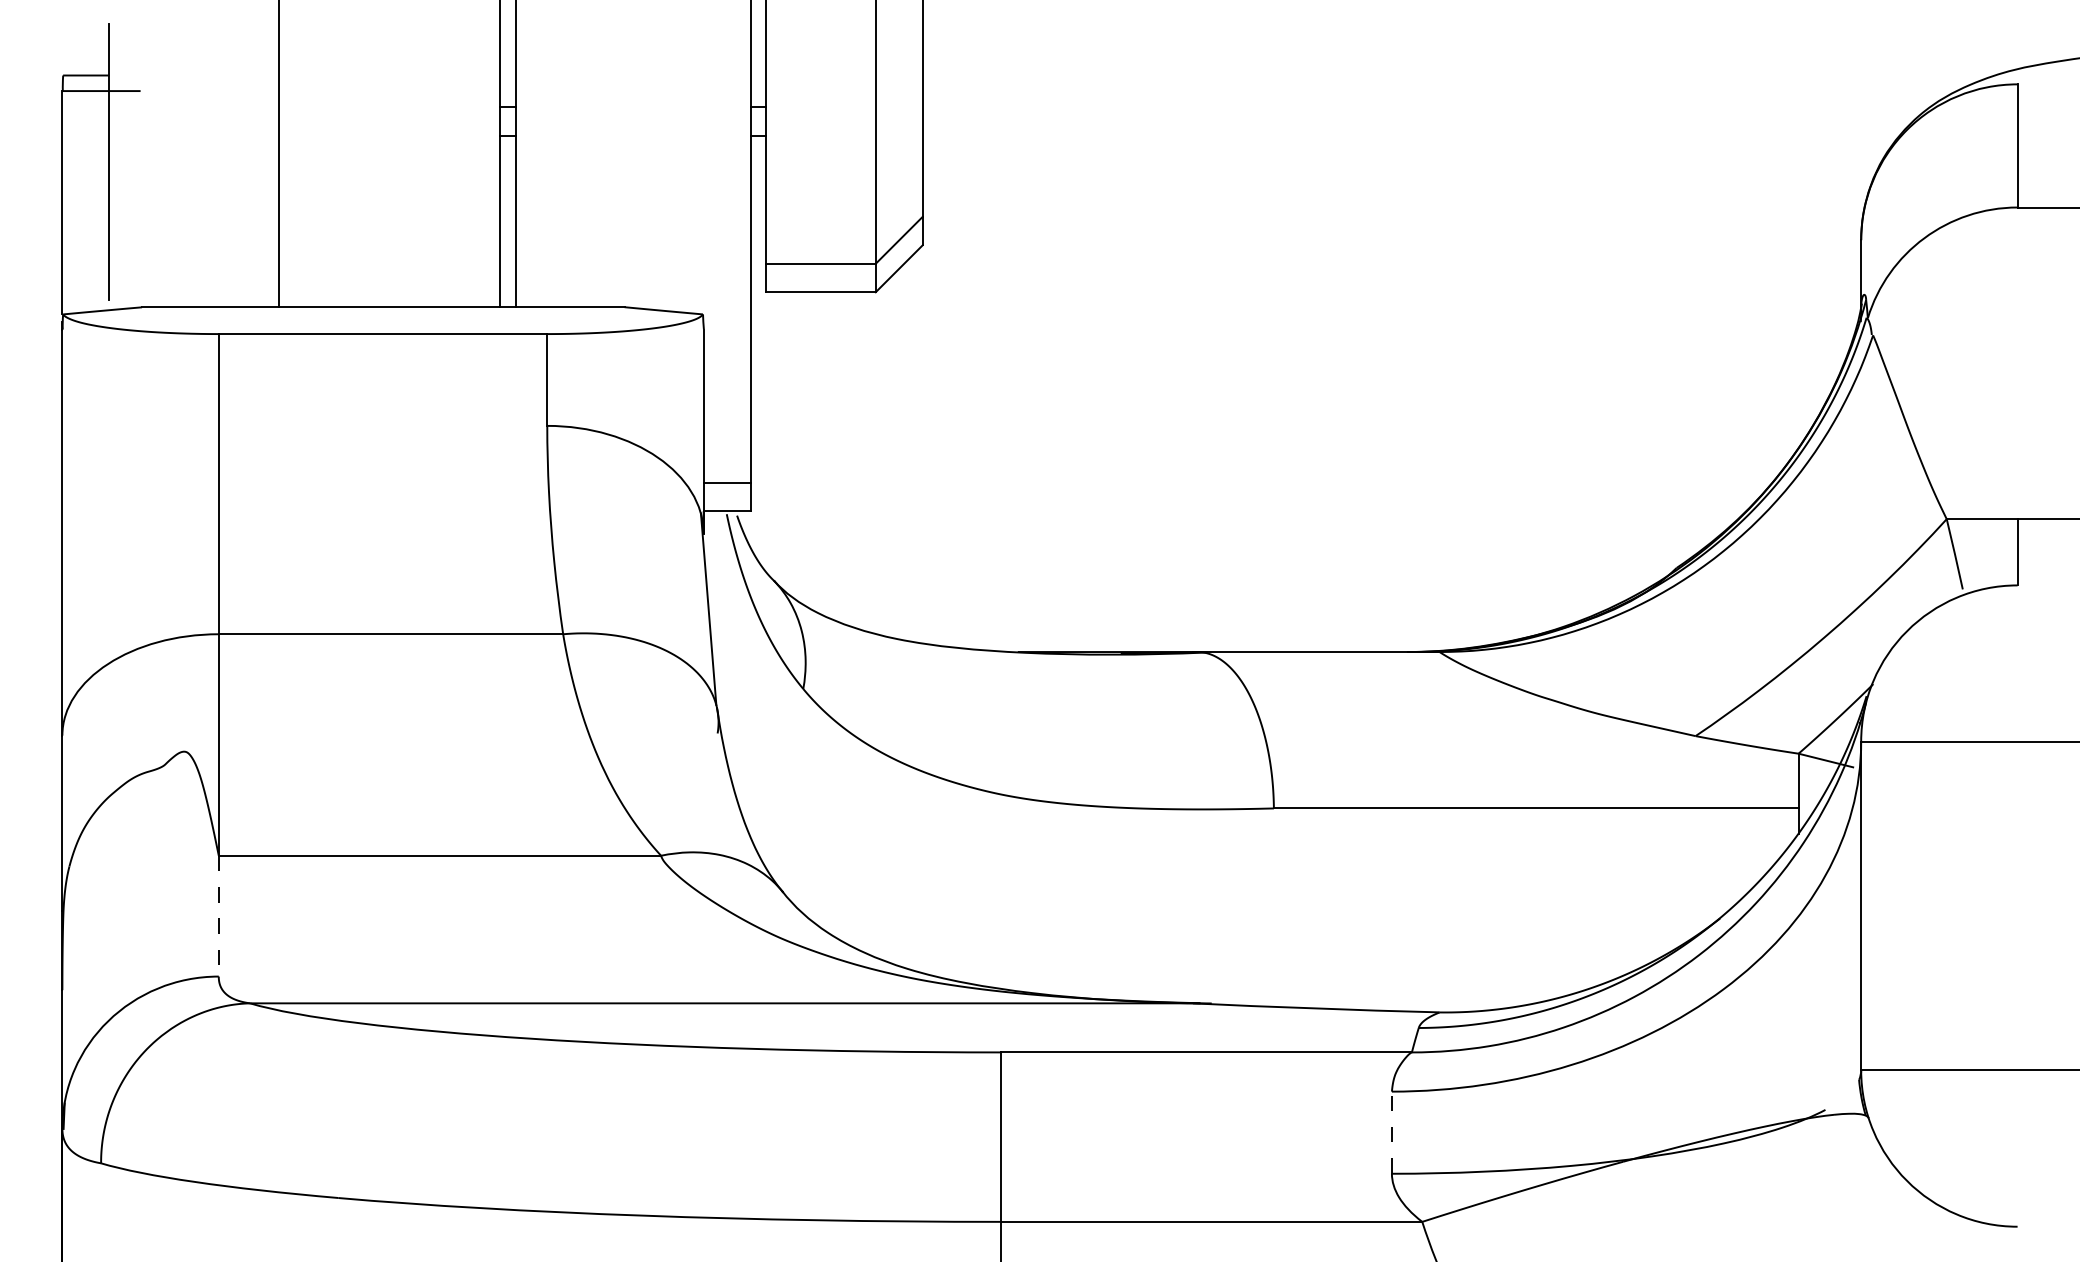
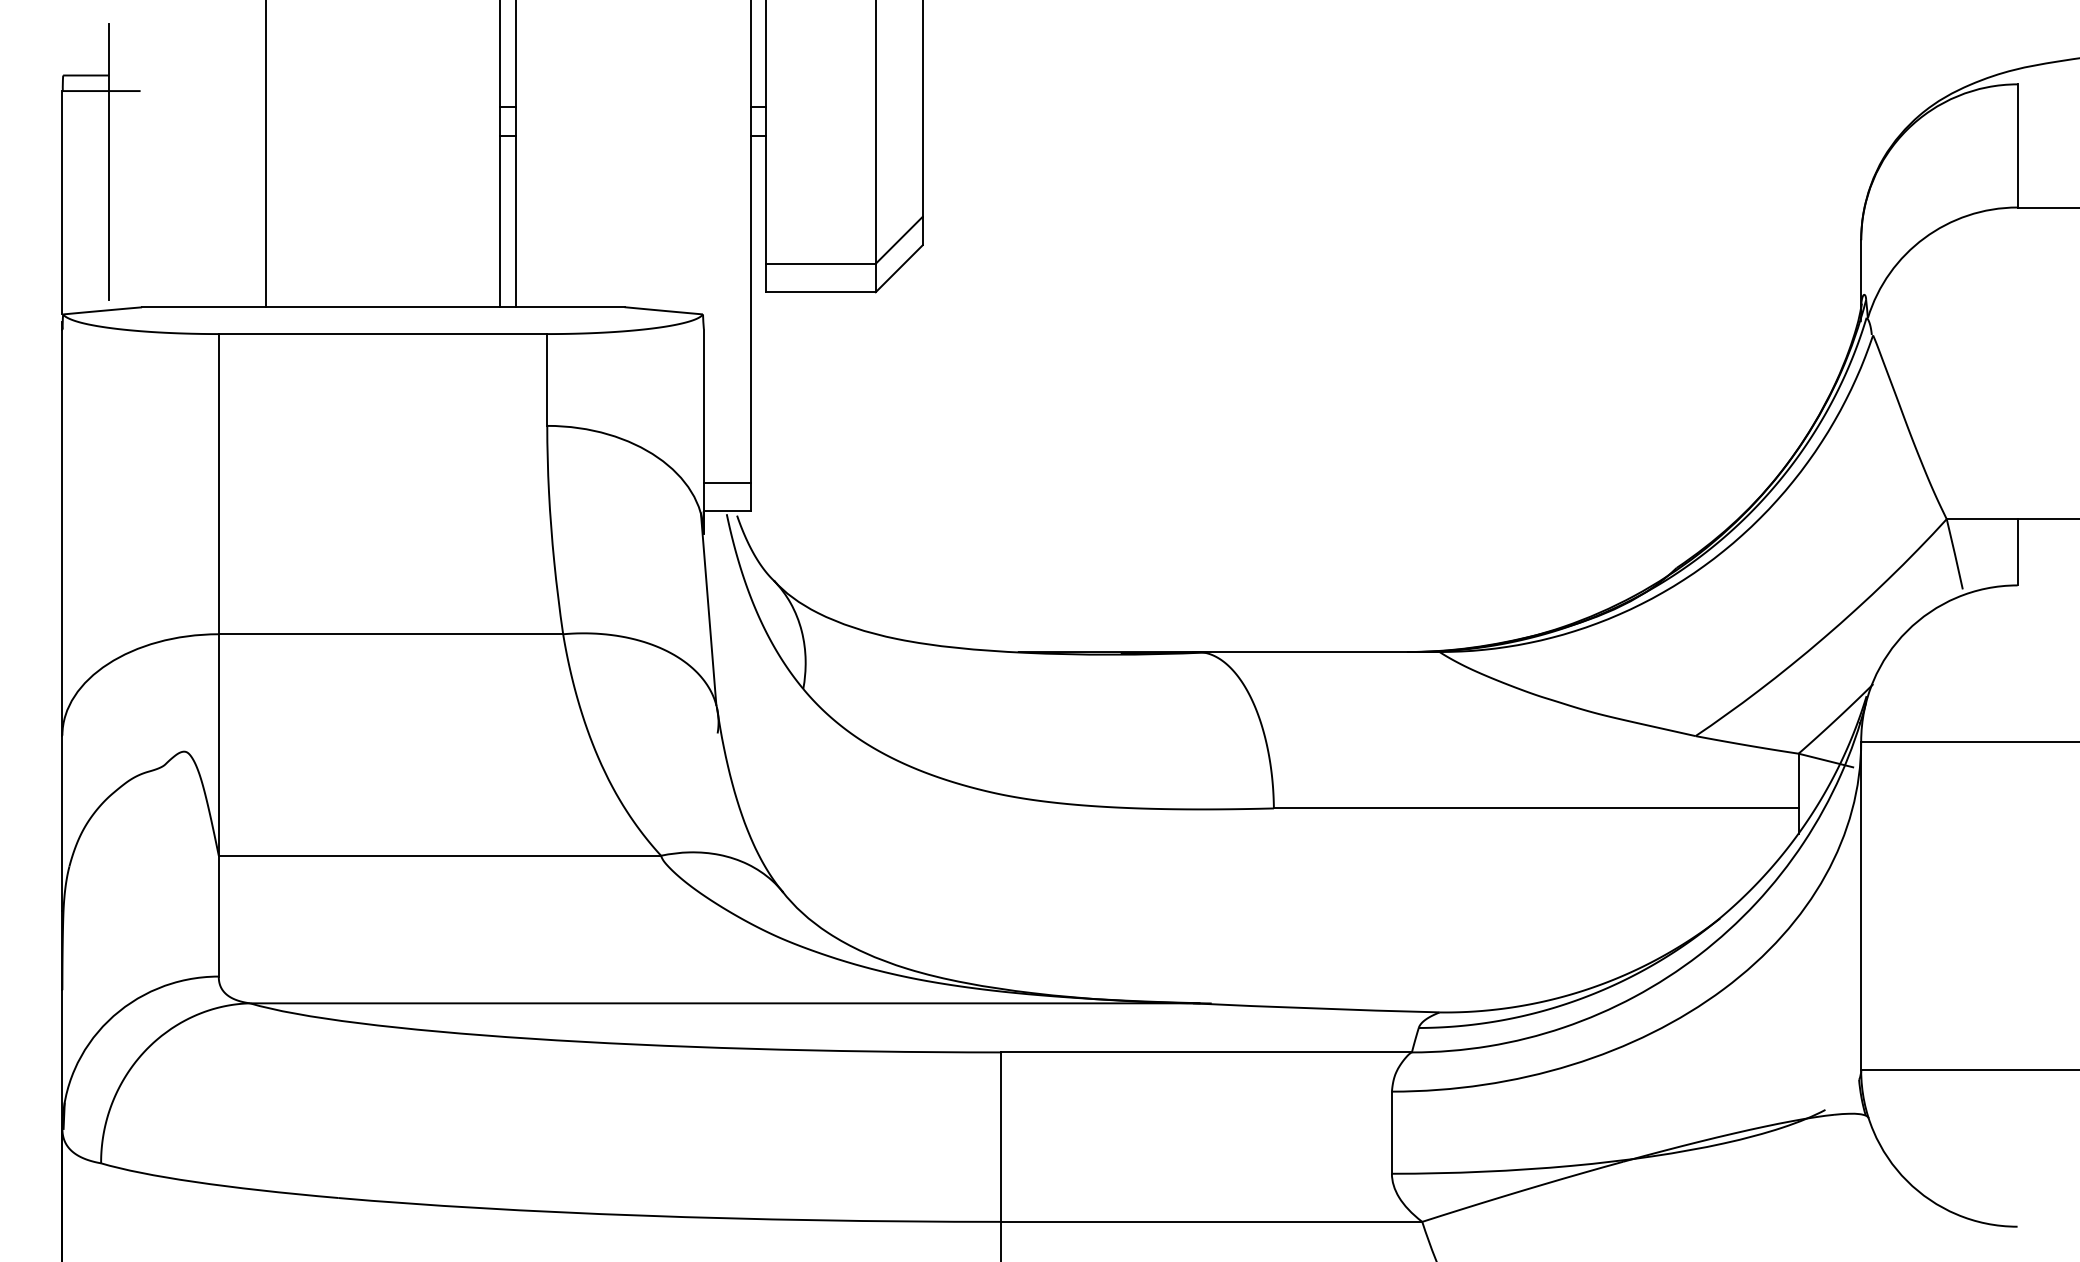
line at (278, 154) position: (278, 154) -> (265, 154)
line at (218, 916): dashed -> solid
line at (1391, 1132): dashed -> solid
